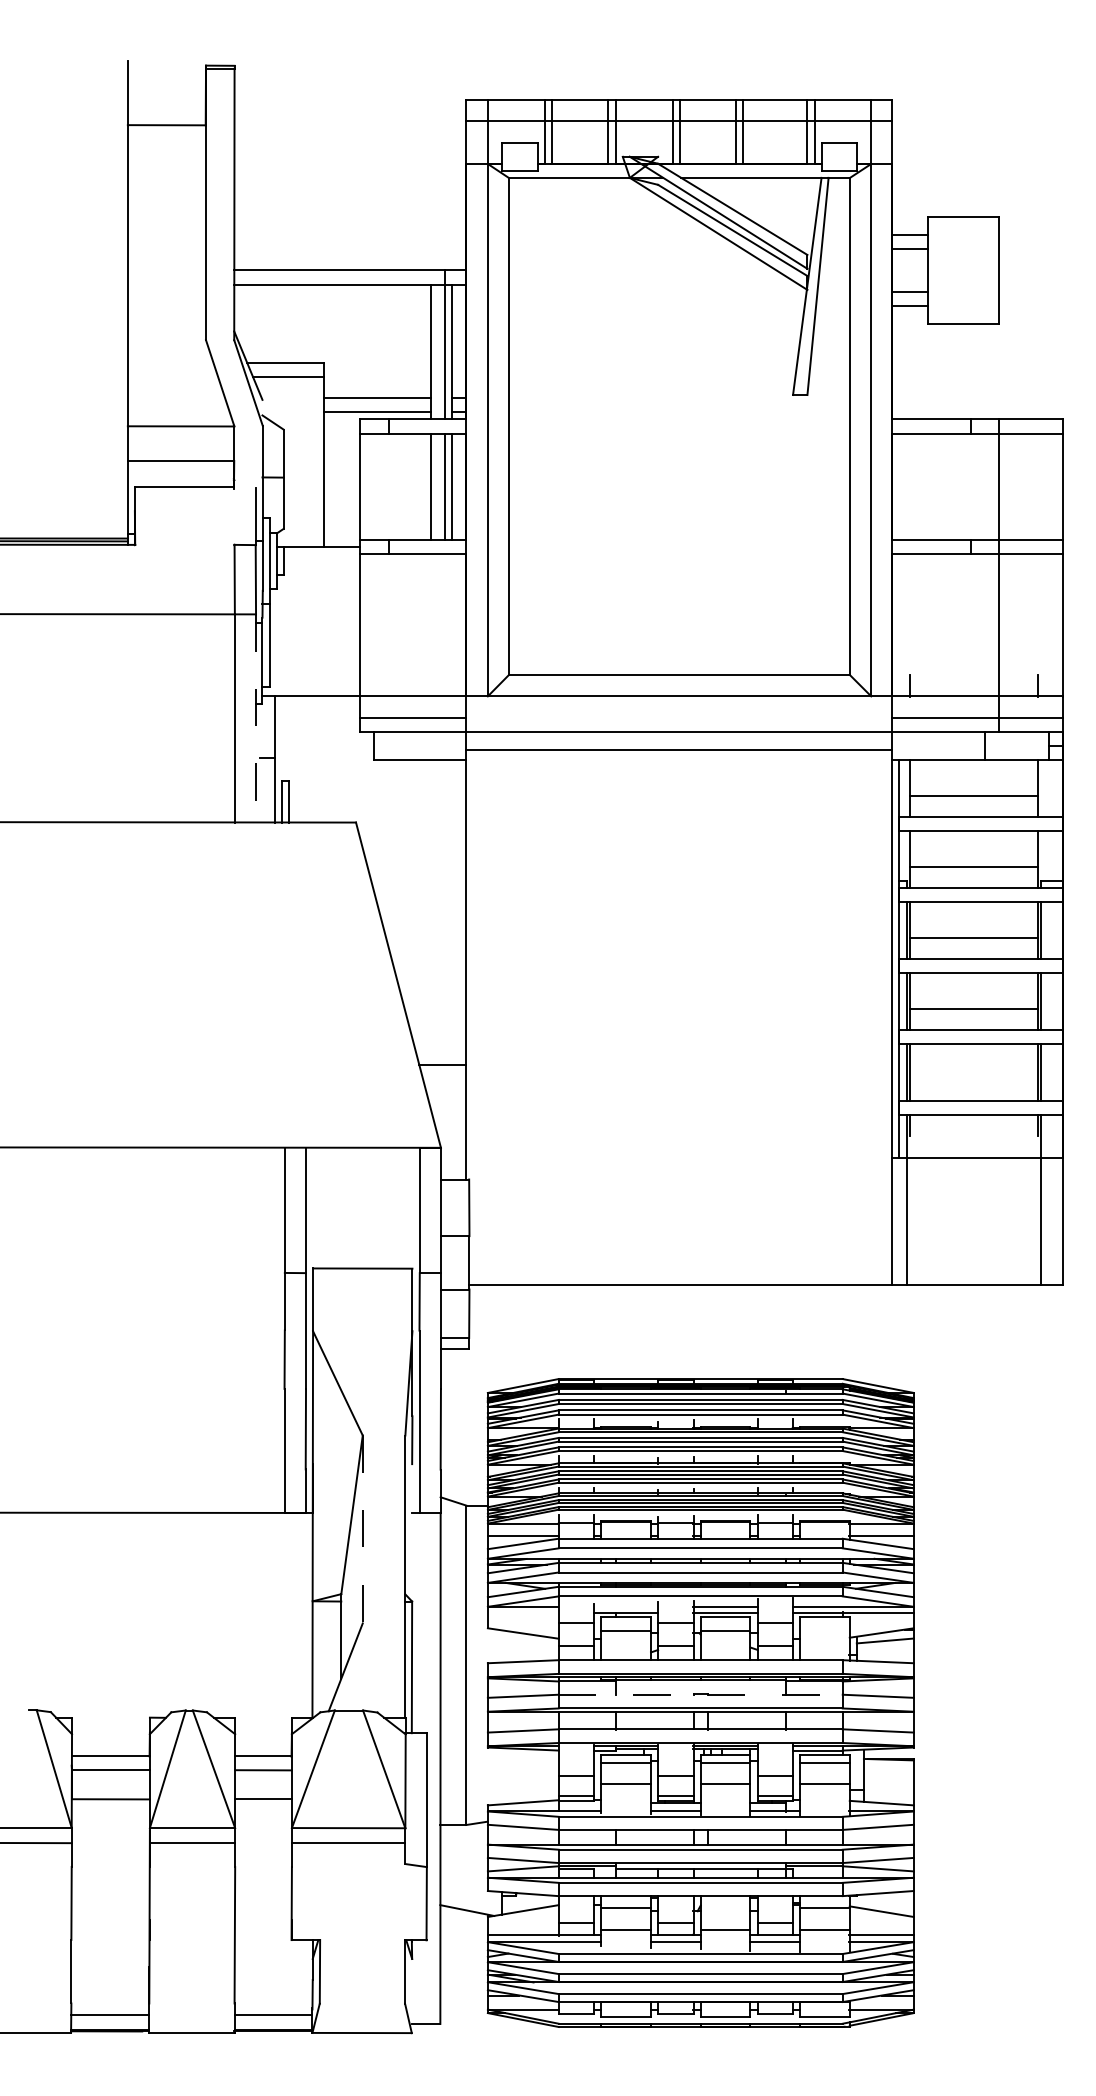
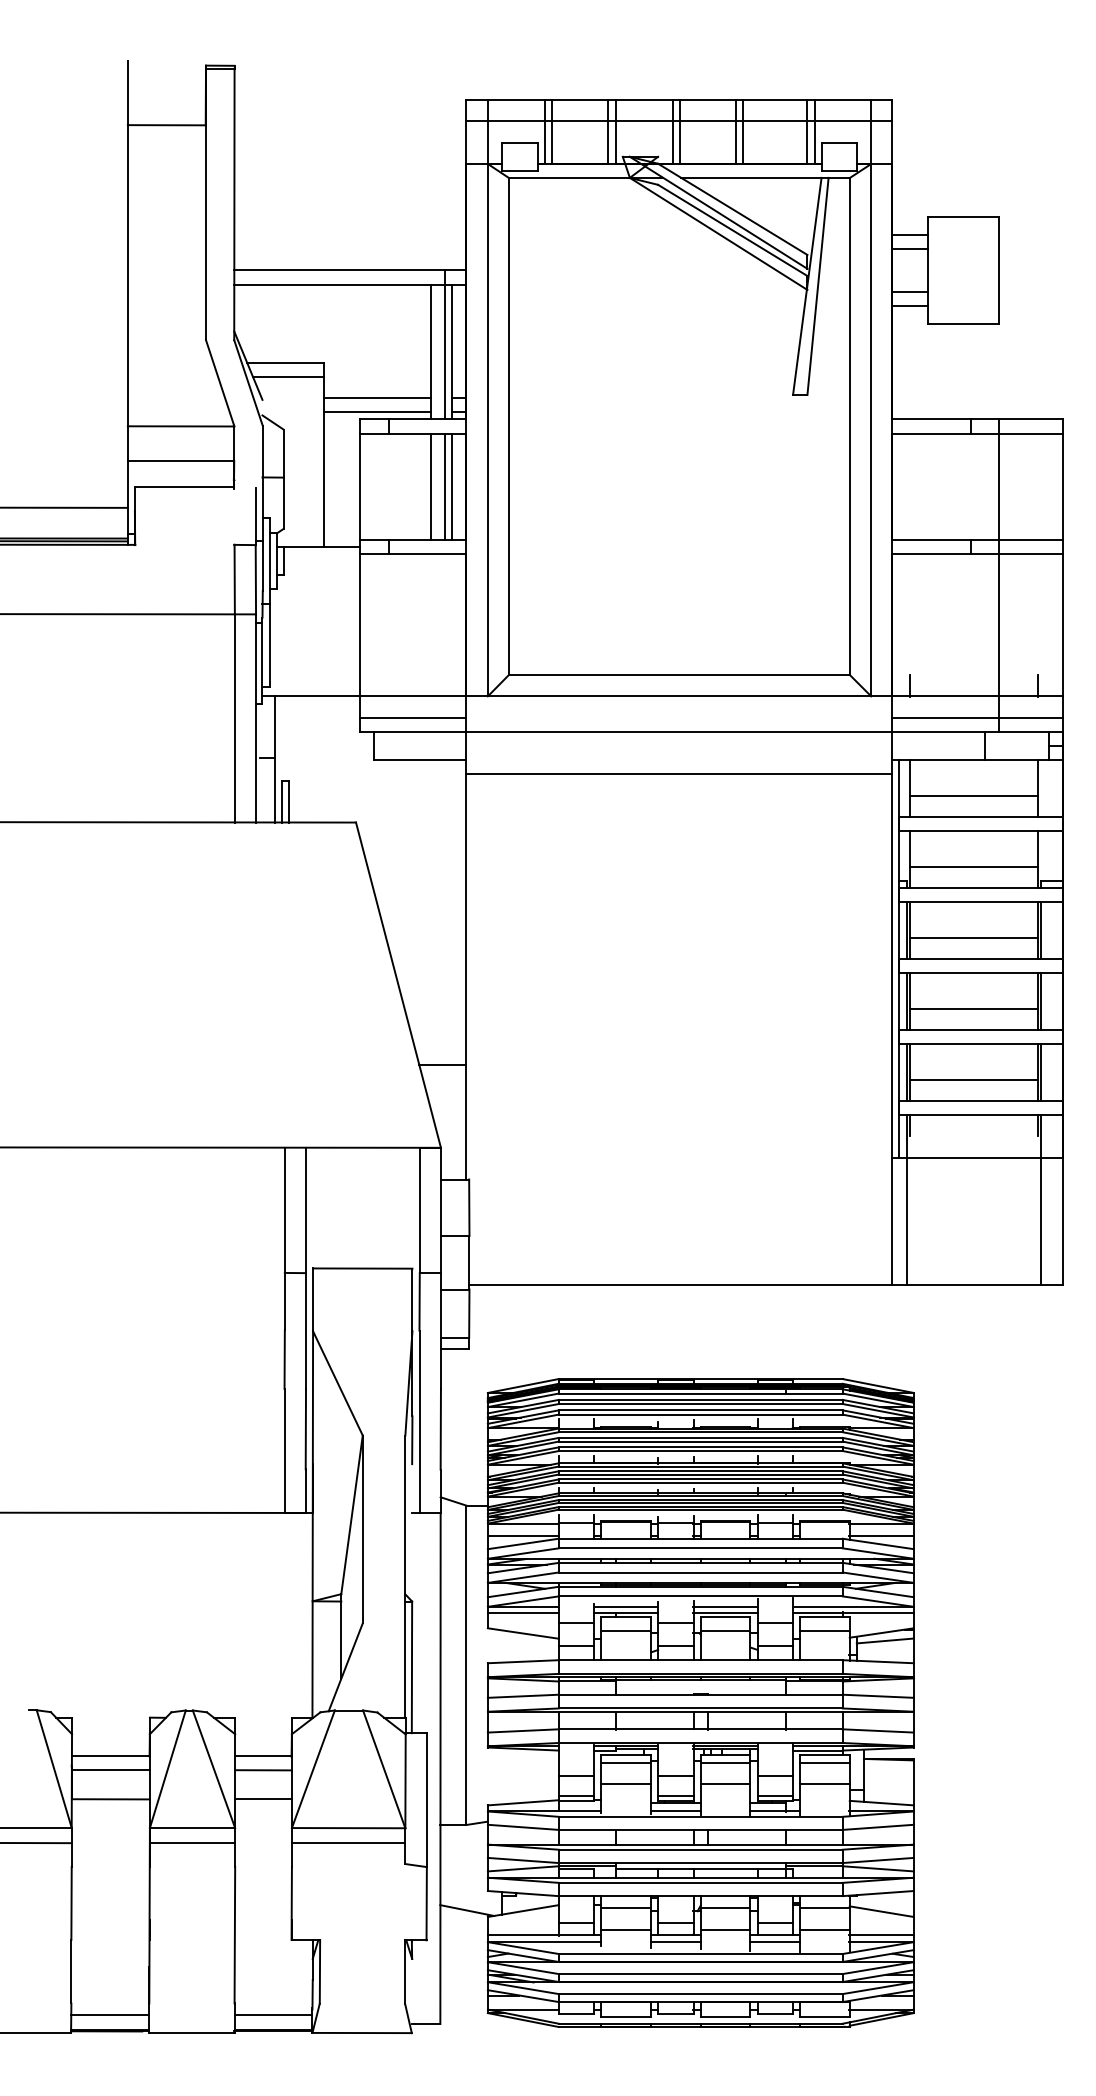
line at (64, 507): none -> present
line at (256, 718): dashed -> solid
line at (679, 750) position: (679, 750) -> (679, 774)
line at (974, 1079): none -> present
line at (362, 1529): dashed -> solid
line at (626, 1606): none -> present
line at (522, 1612): none -> present
line at (824, 1630): none -> present
line at (701, 1694): dashed -> solid
line at (725, 1908): none -> present
